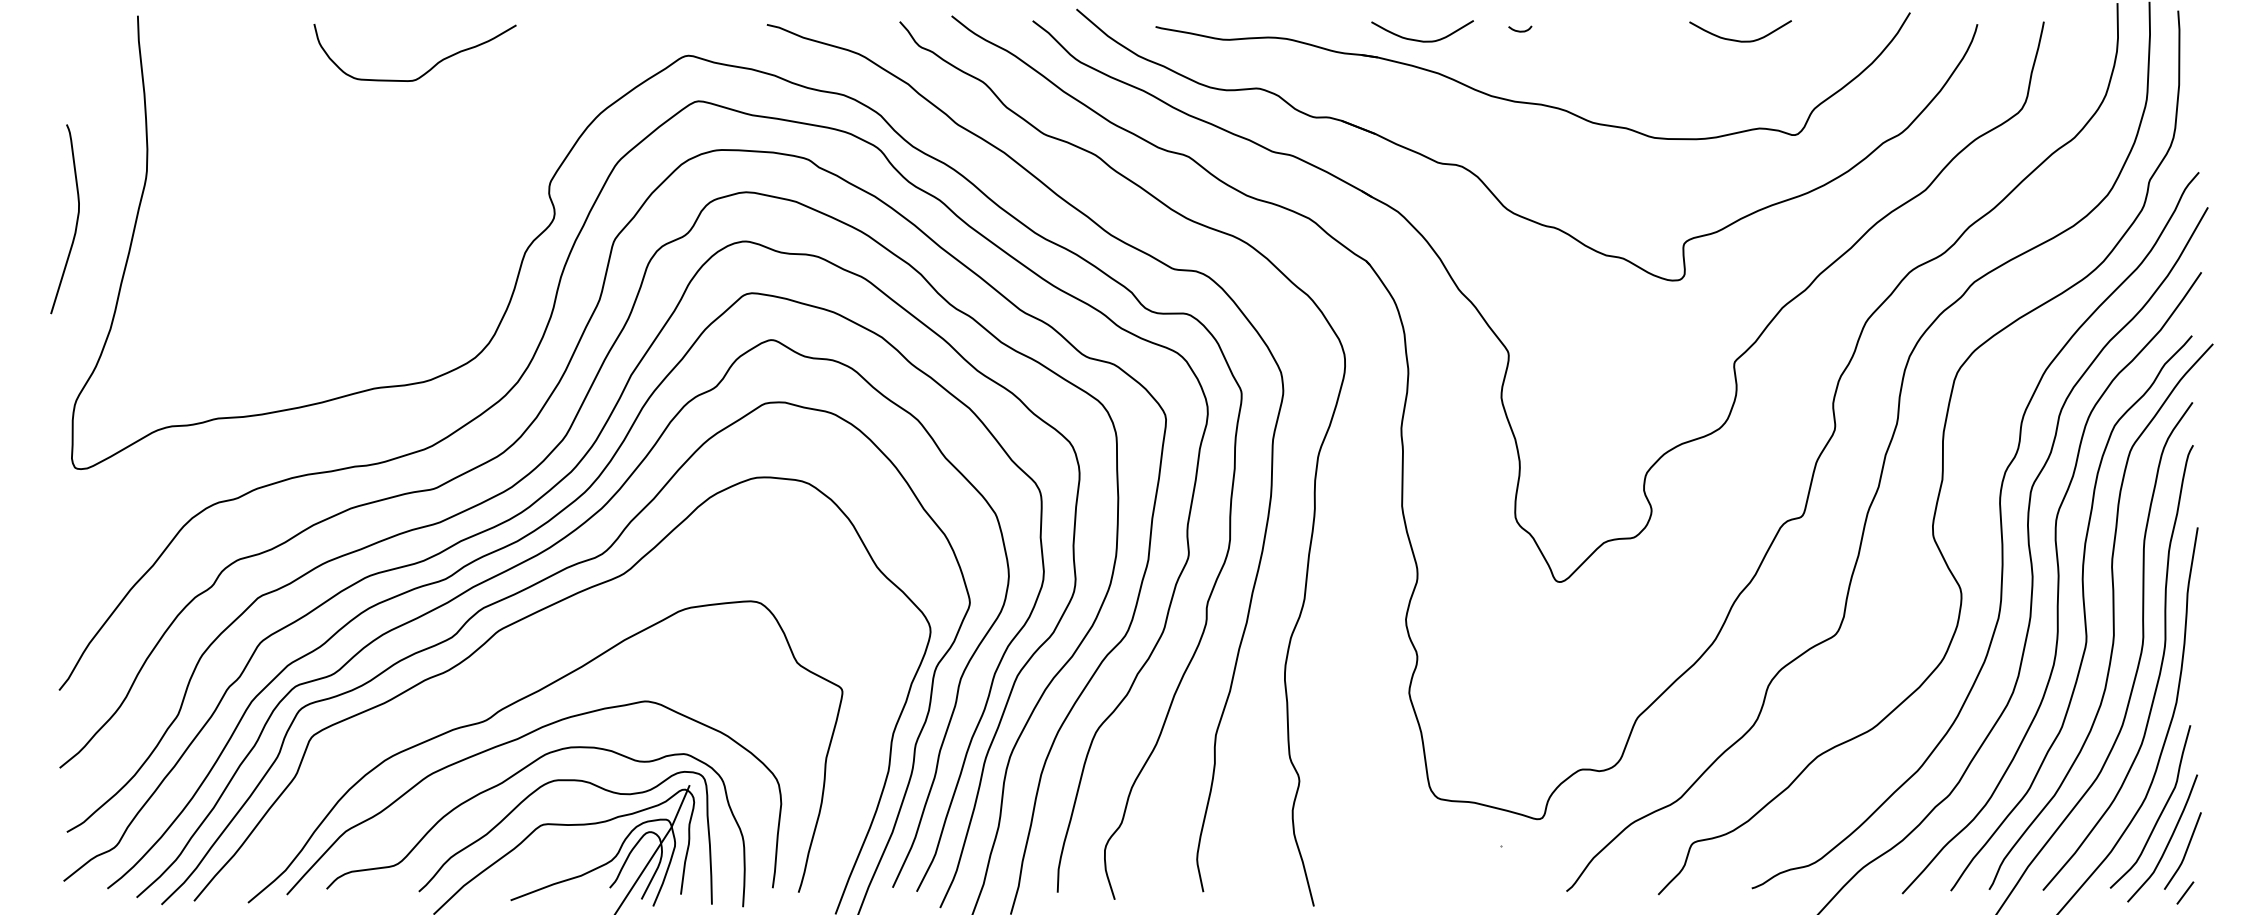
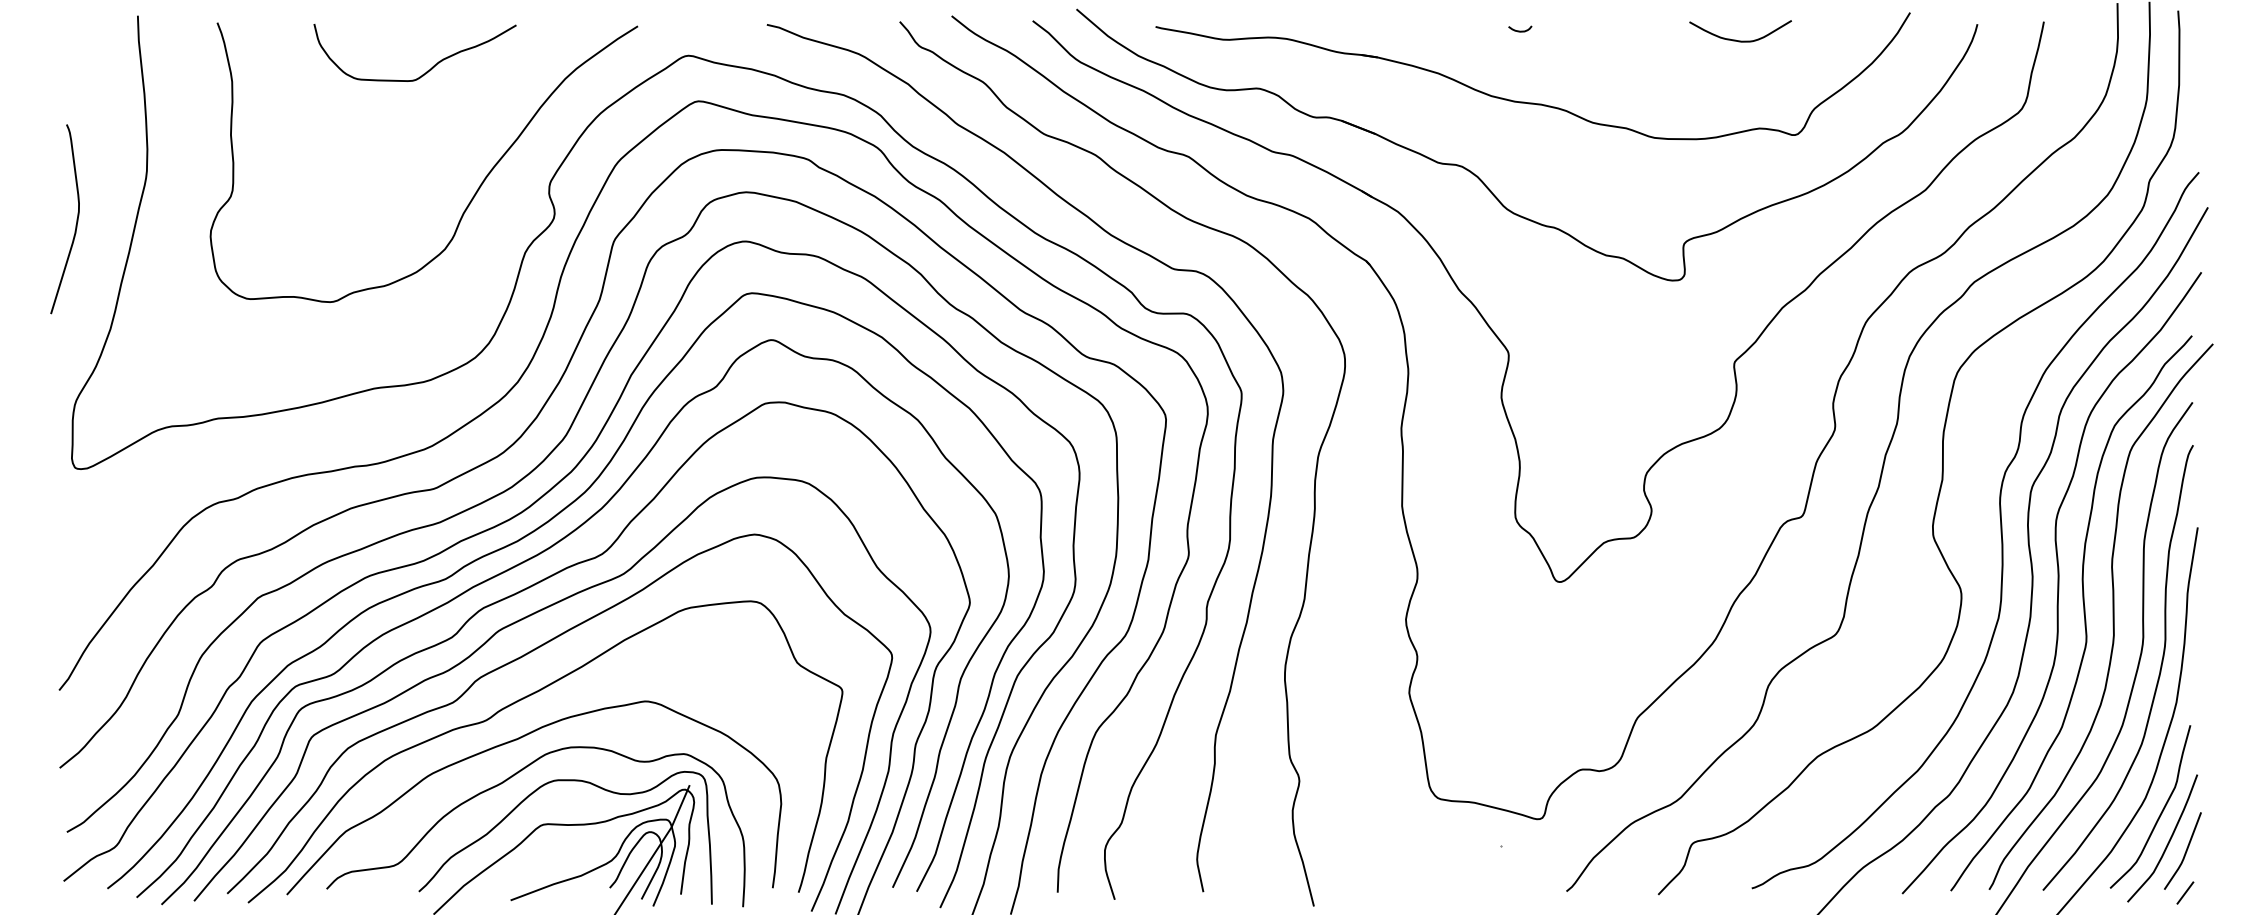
curve at (1422, 40): present -> none
curve at (474, 193): none -> present
curve at (526, 655): none -> present
